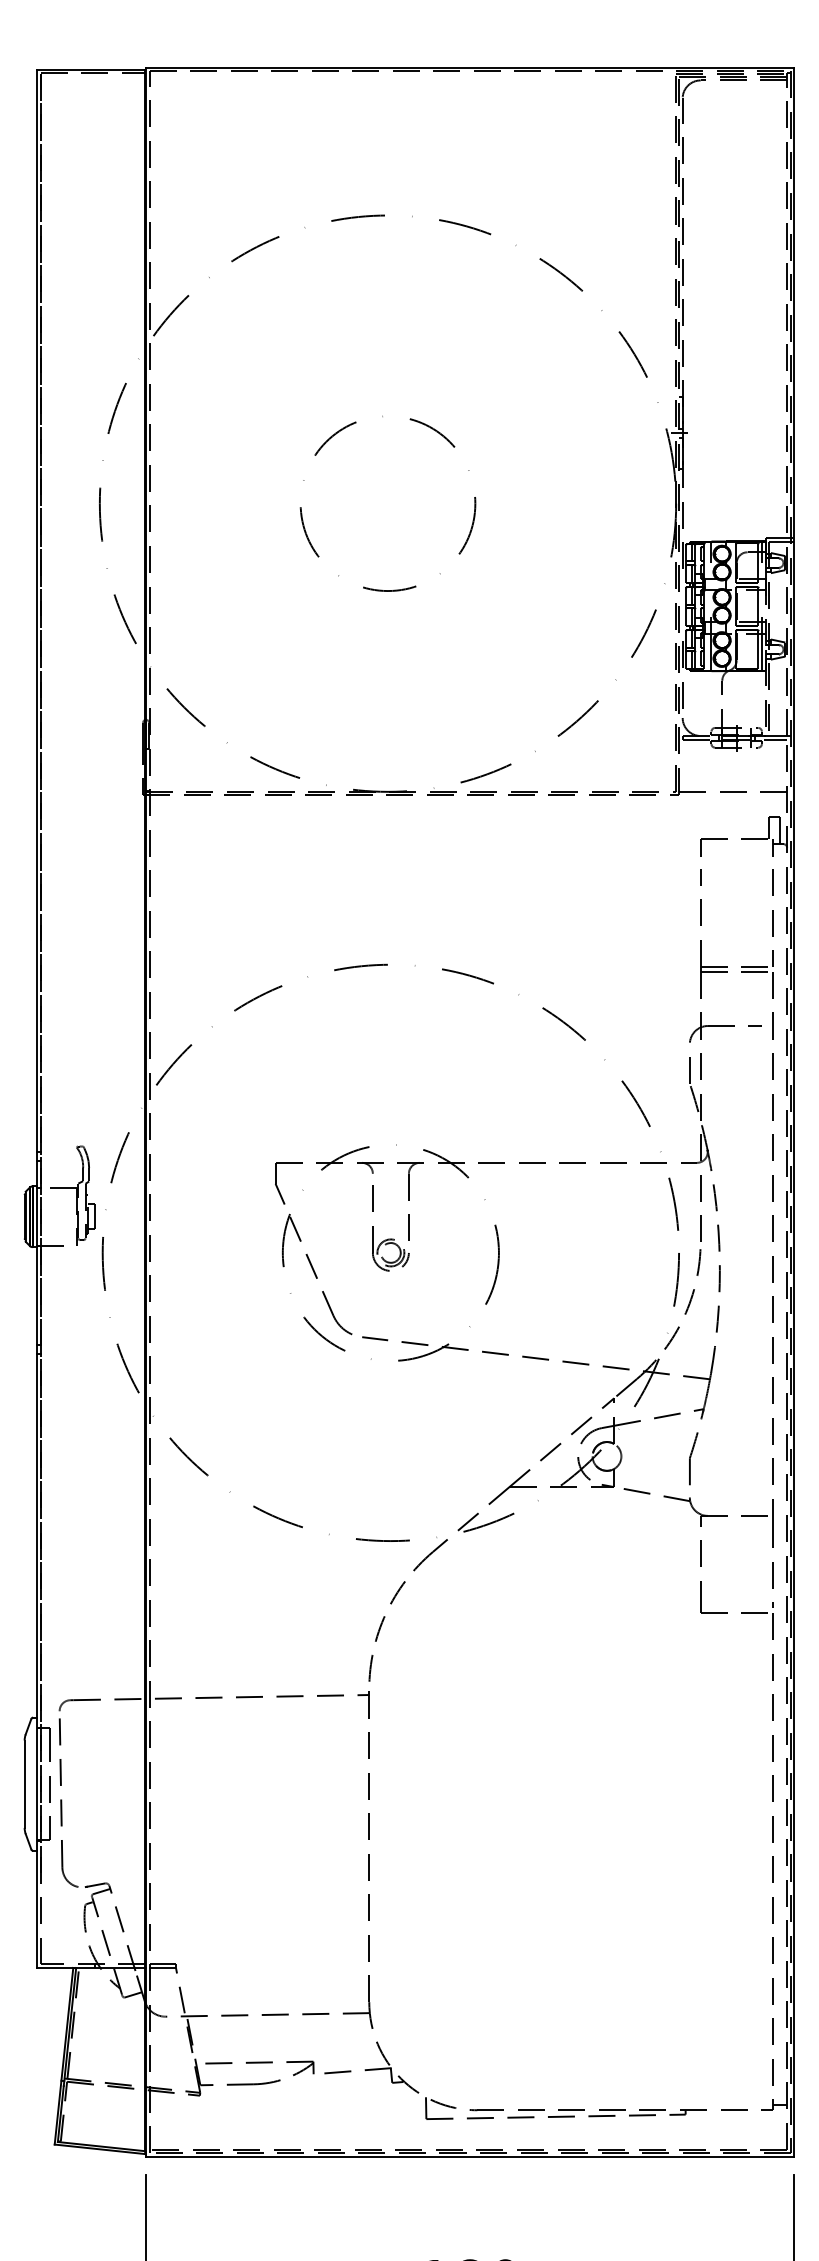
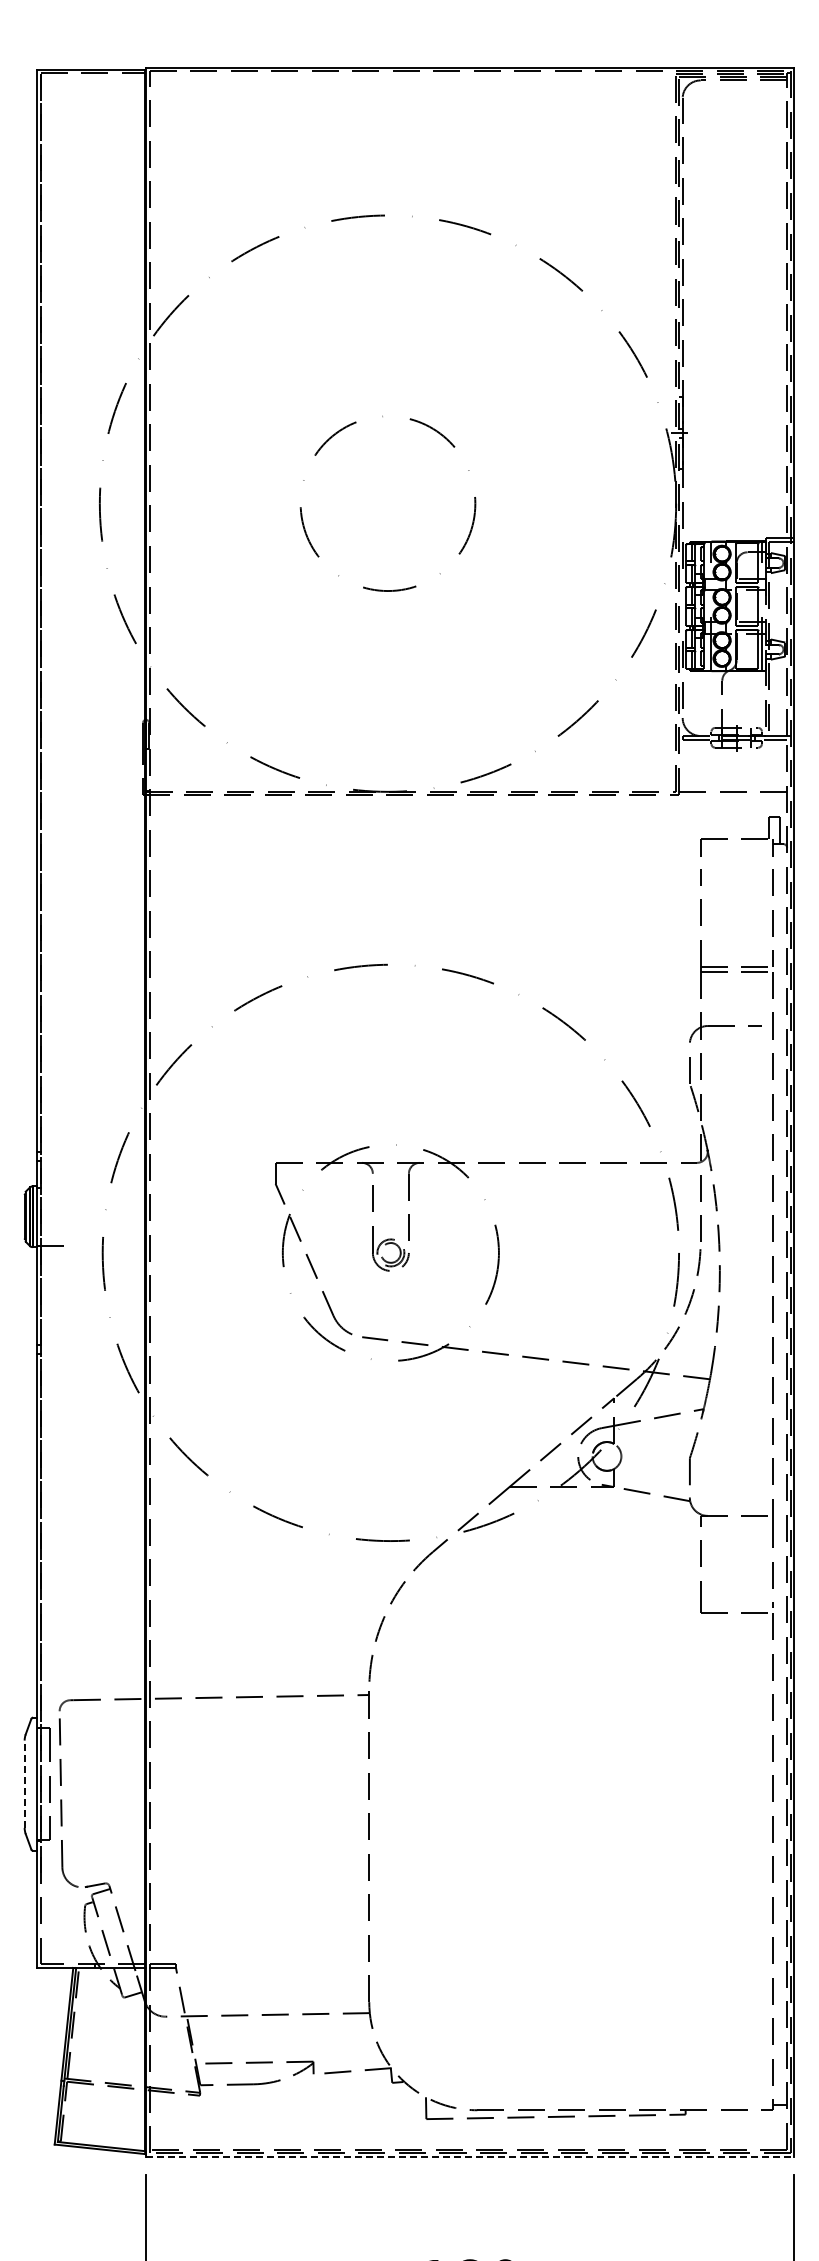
part at (72, 1195): present -> none
line at (24, 1784): solid -> dashed
line at (470, 2157): solid -> dashed
